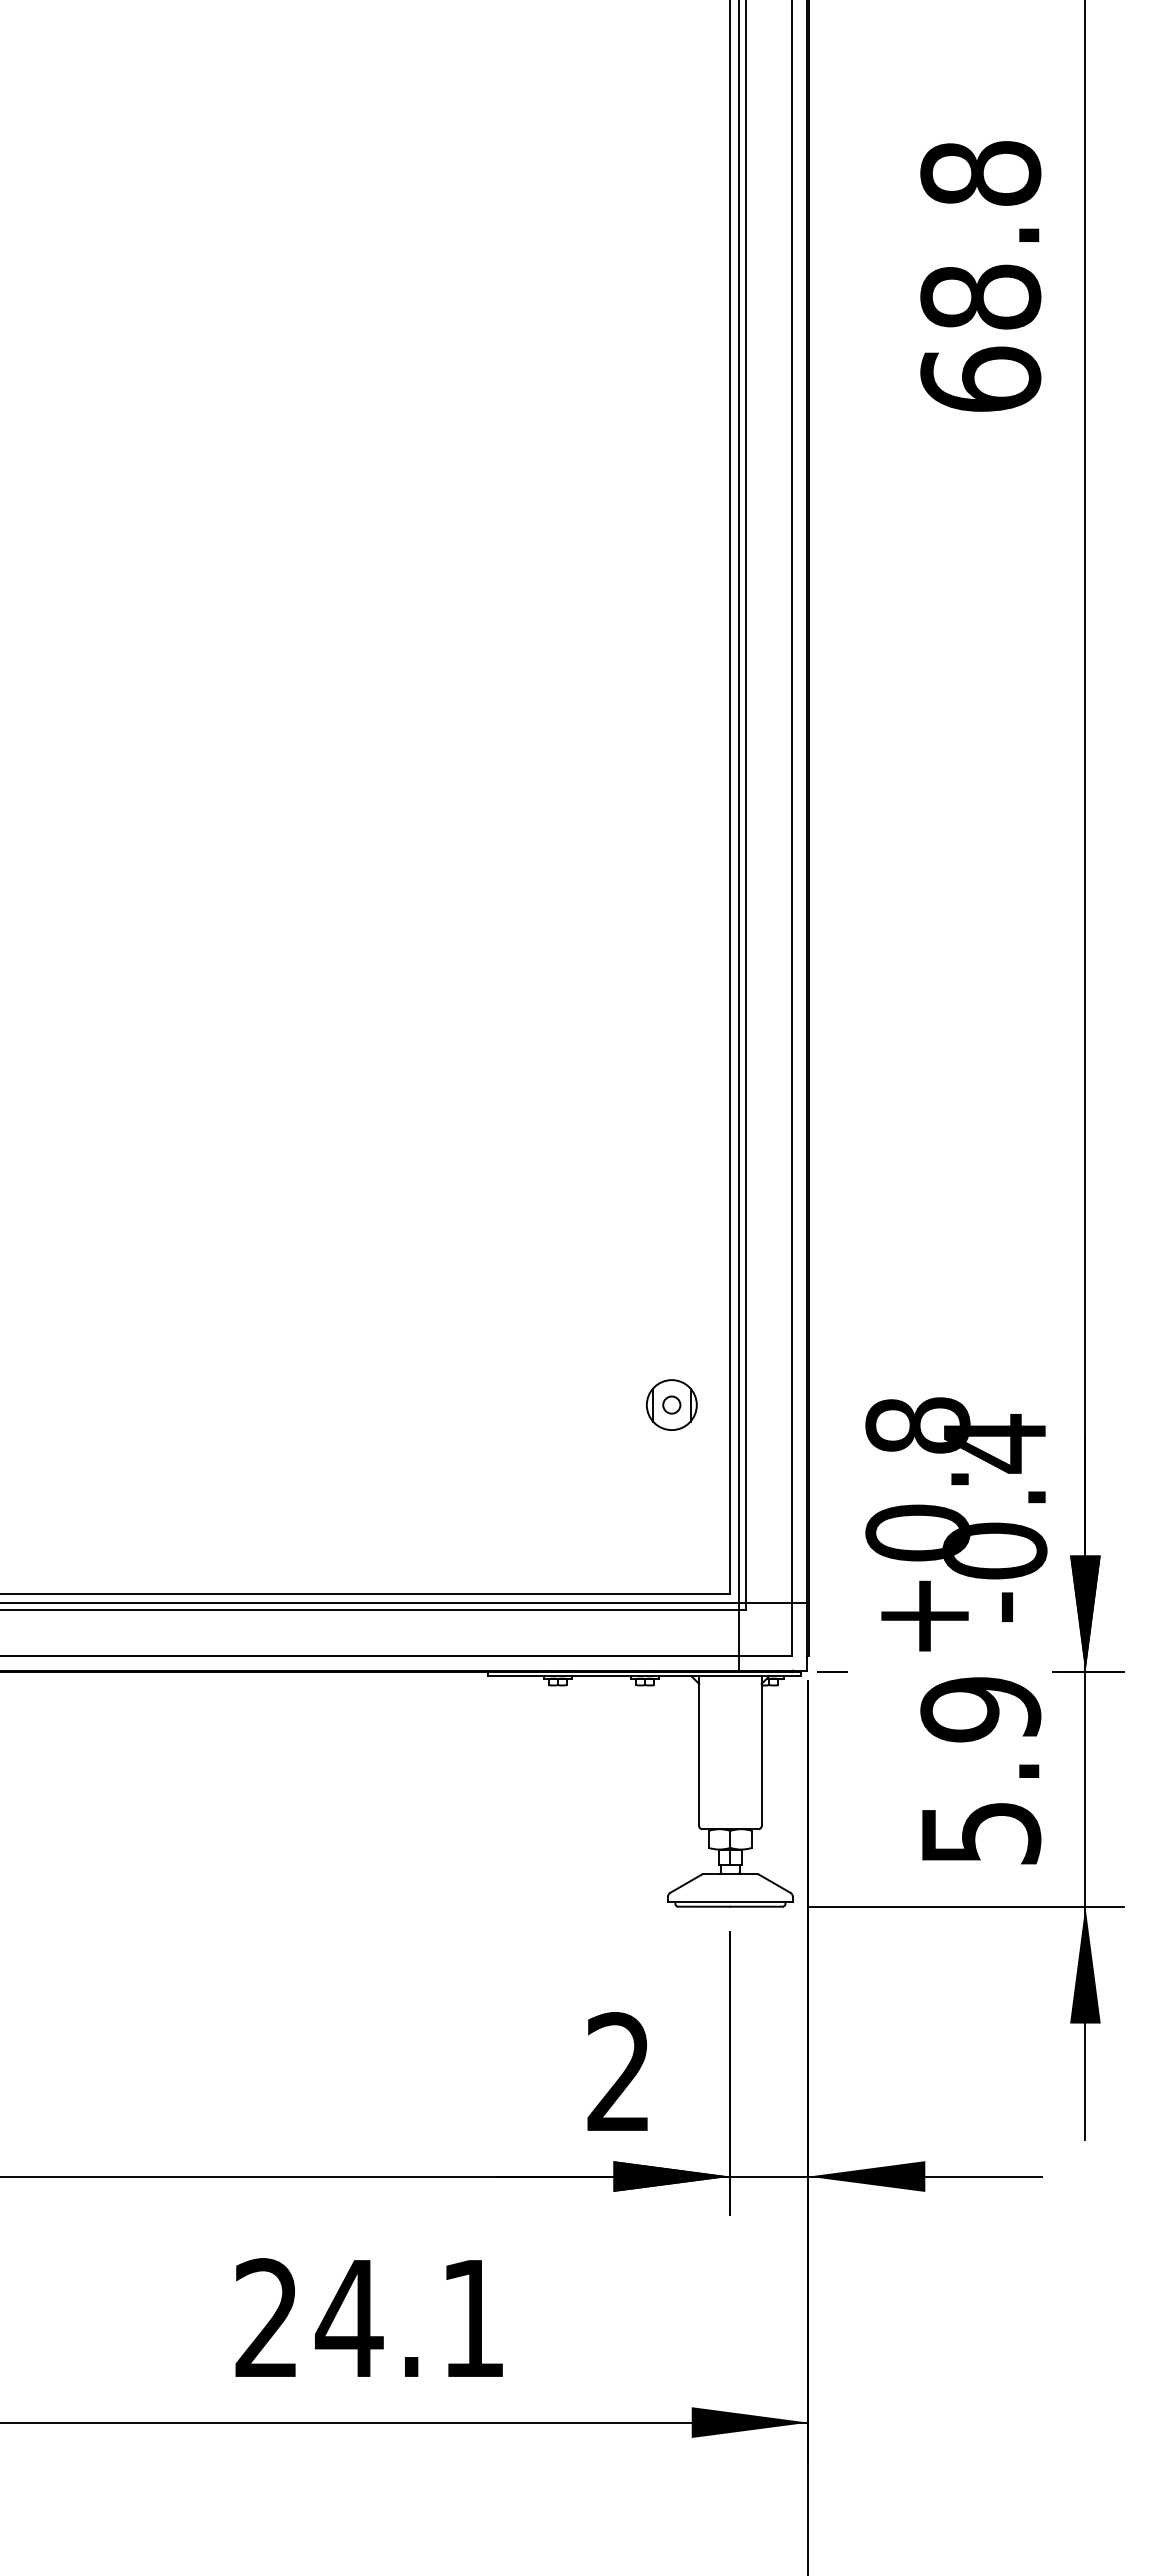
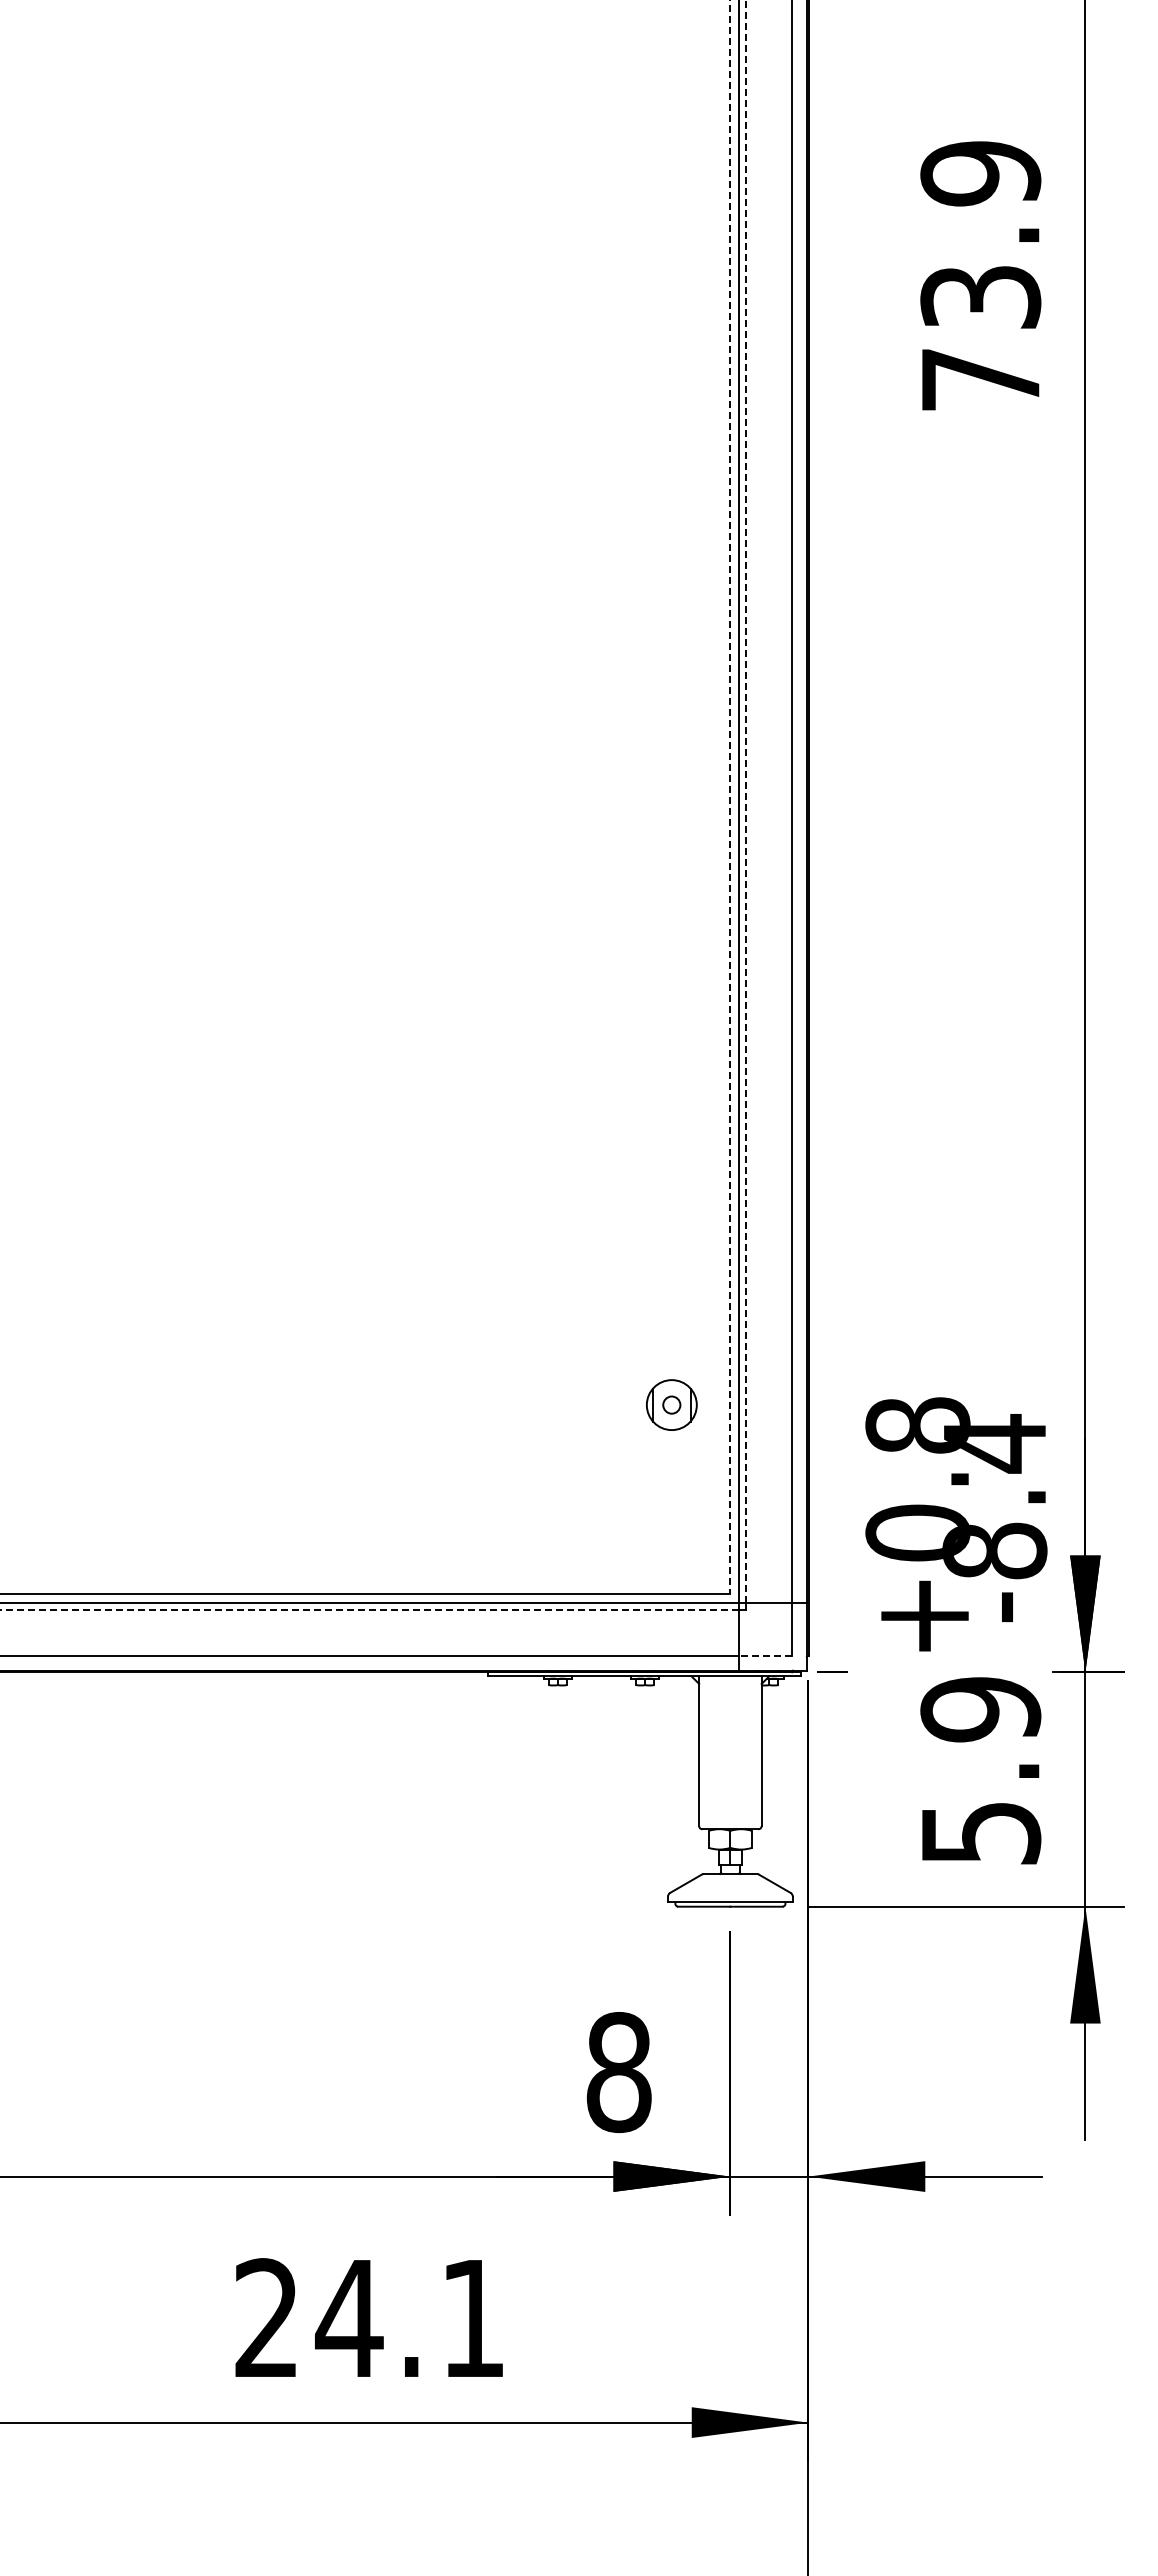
text at (980, 276): 68.8 -> 73.9
line at (730, 797): solid -> dashed
line at (746, 802): solid -> dashed
text at (994, 1550): -0.4 -> -8.4
line at (369, 1610): solid -> dashed
line at (765, 1655): solid -> dashed
text at (618, 2072): 2 -> 8
